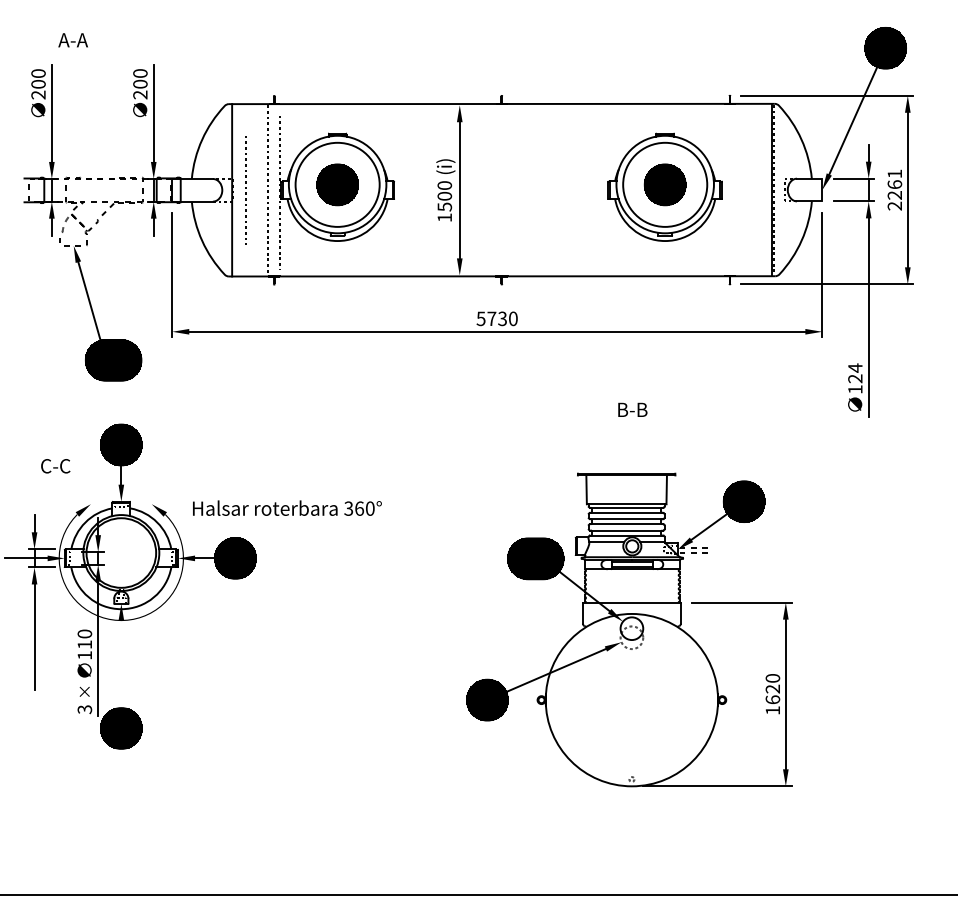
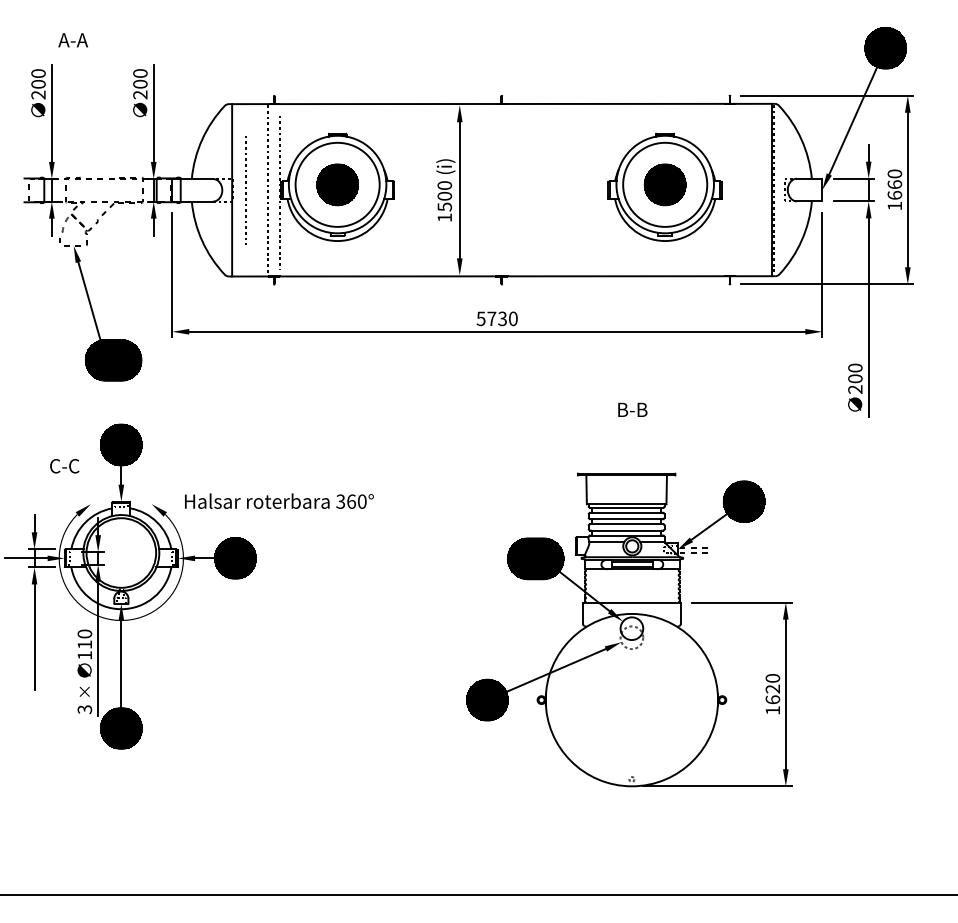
text at (894, 189): 2261 -> 1660
text at (855, 378): 124 -> 200
text at (55, 466) position: (55, 466) -> (64, 466)
text at (287, 507) position: (287, 507) -> (279, 500)
line at (121, 664): none -> present
